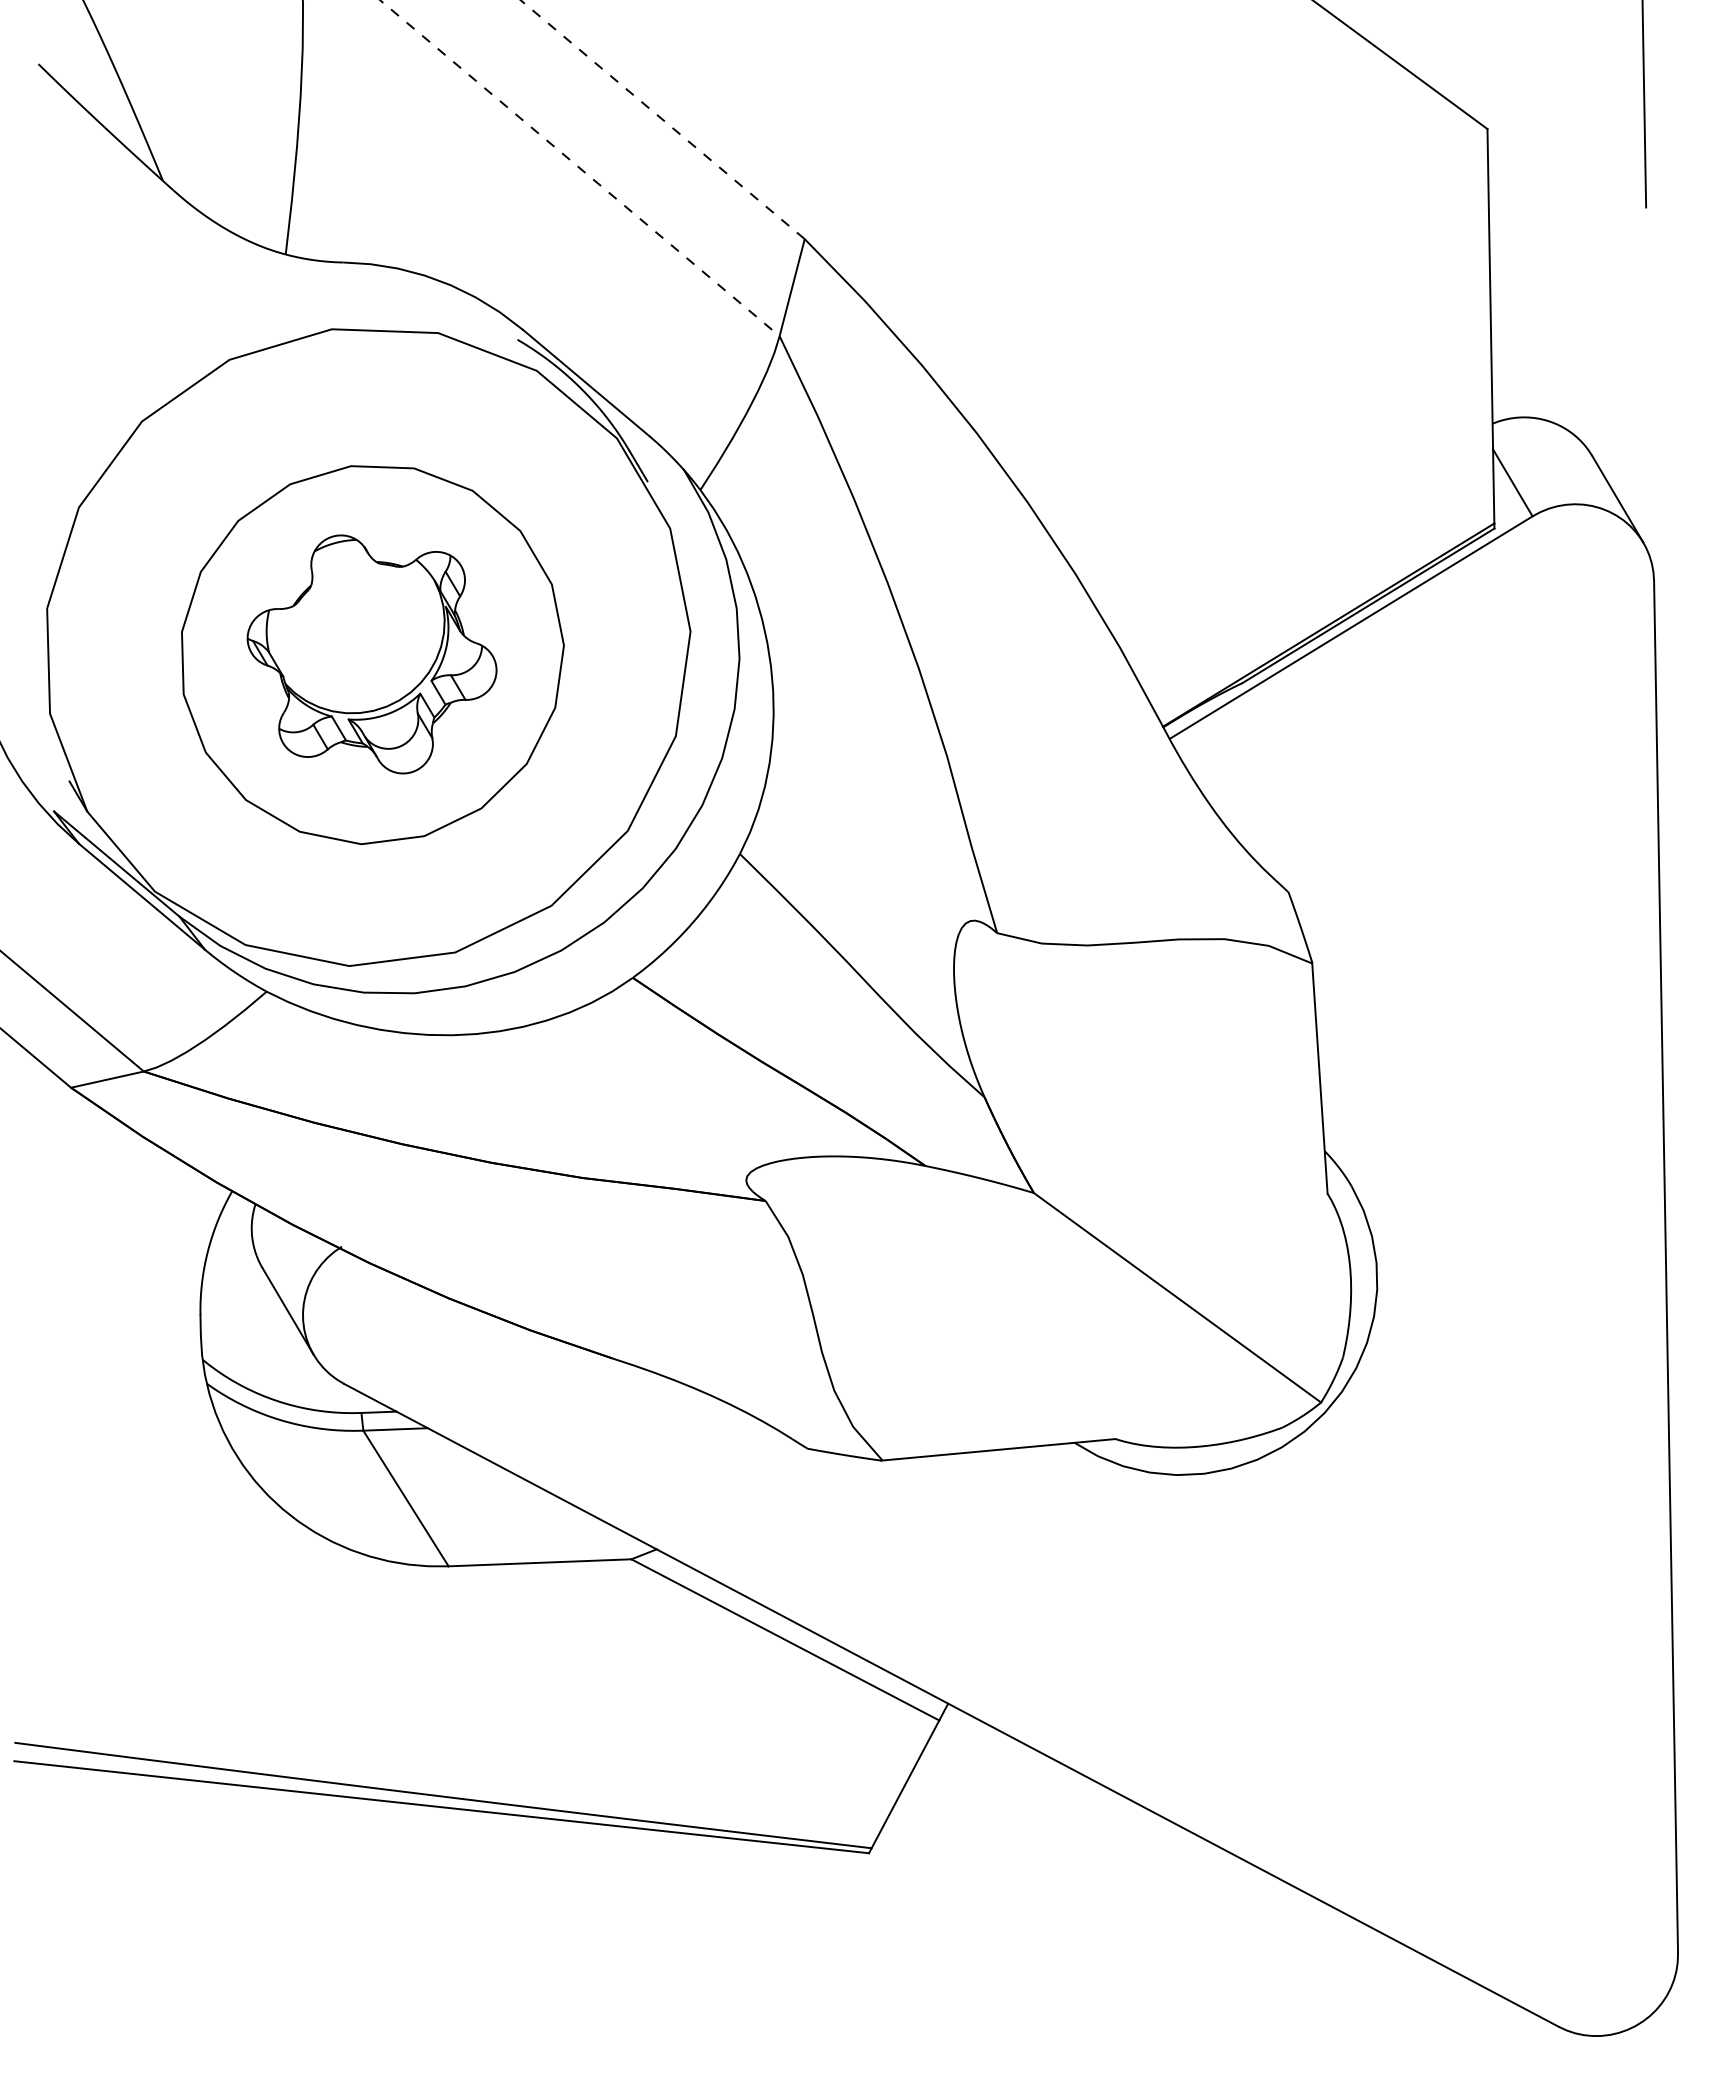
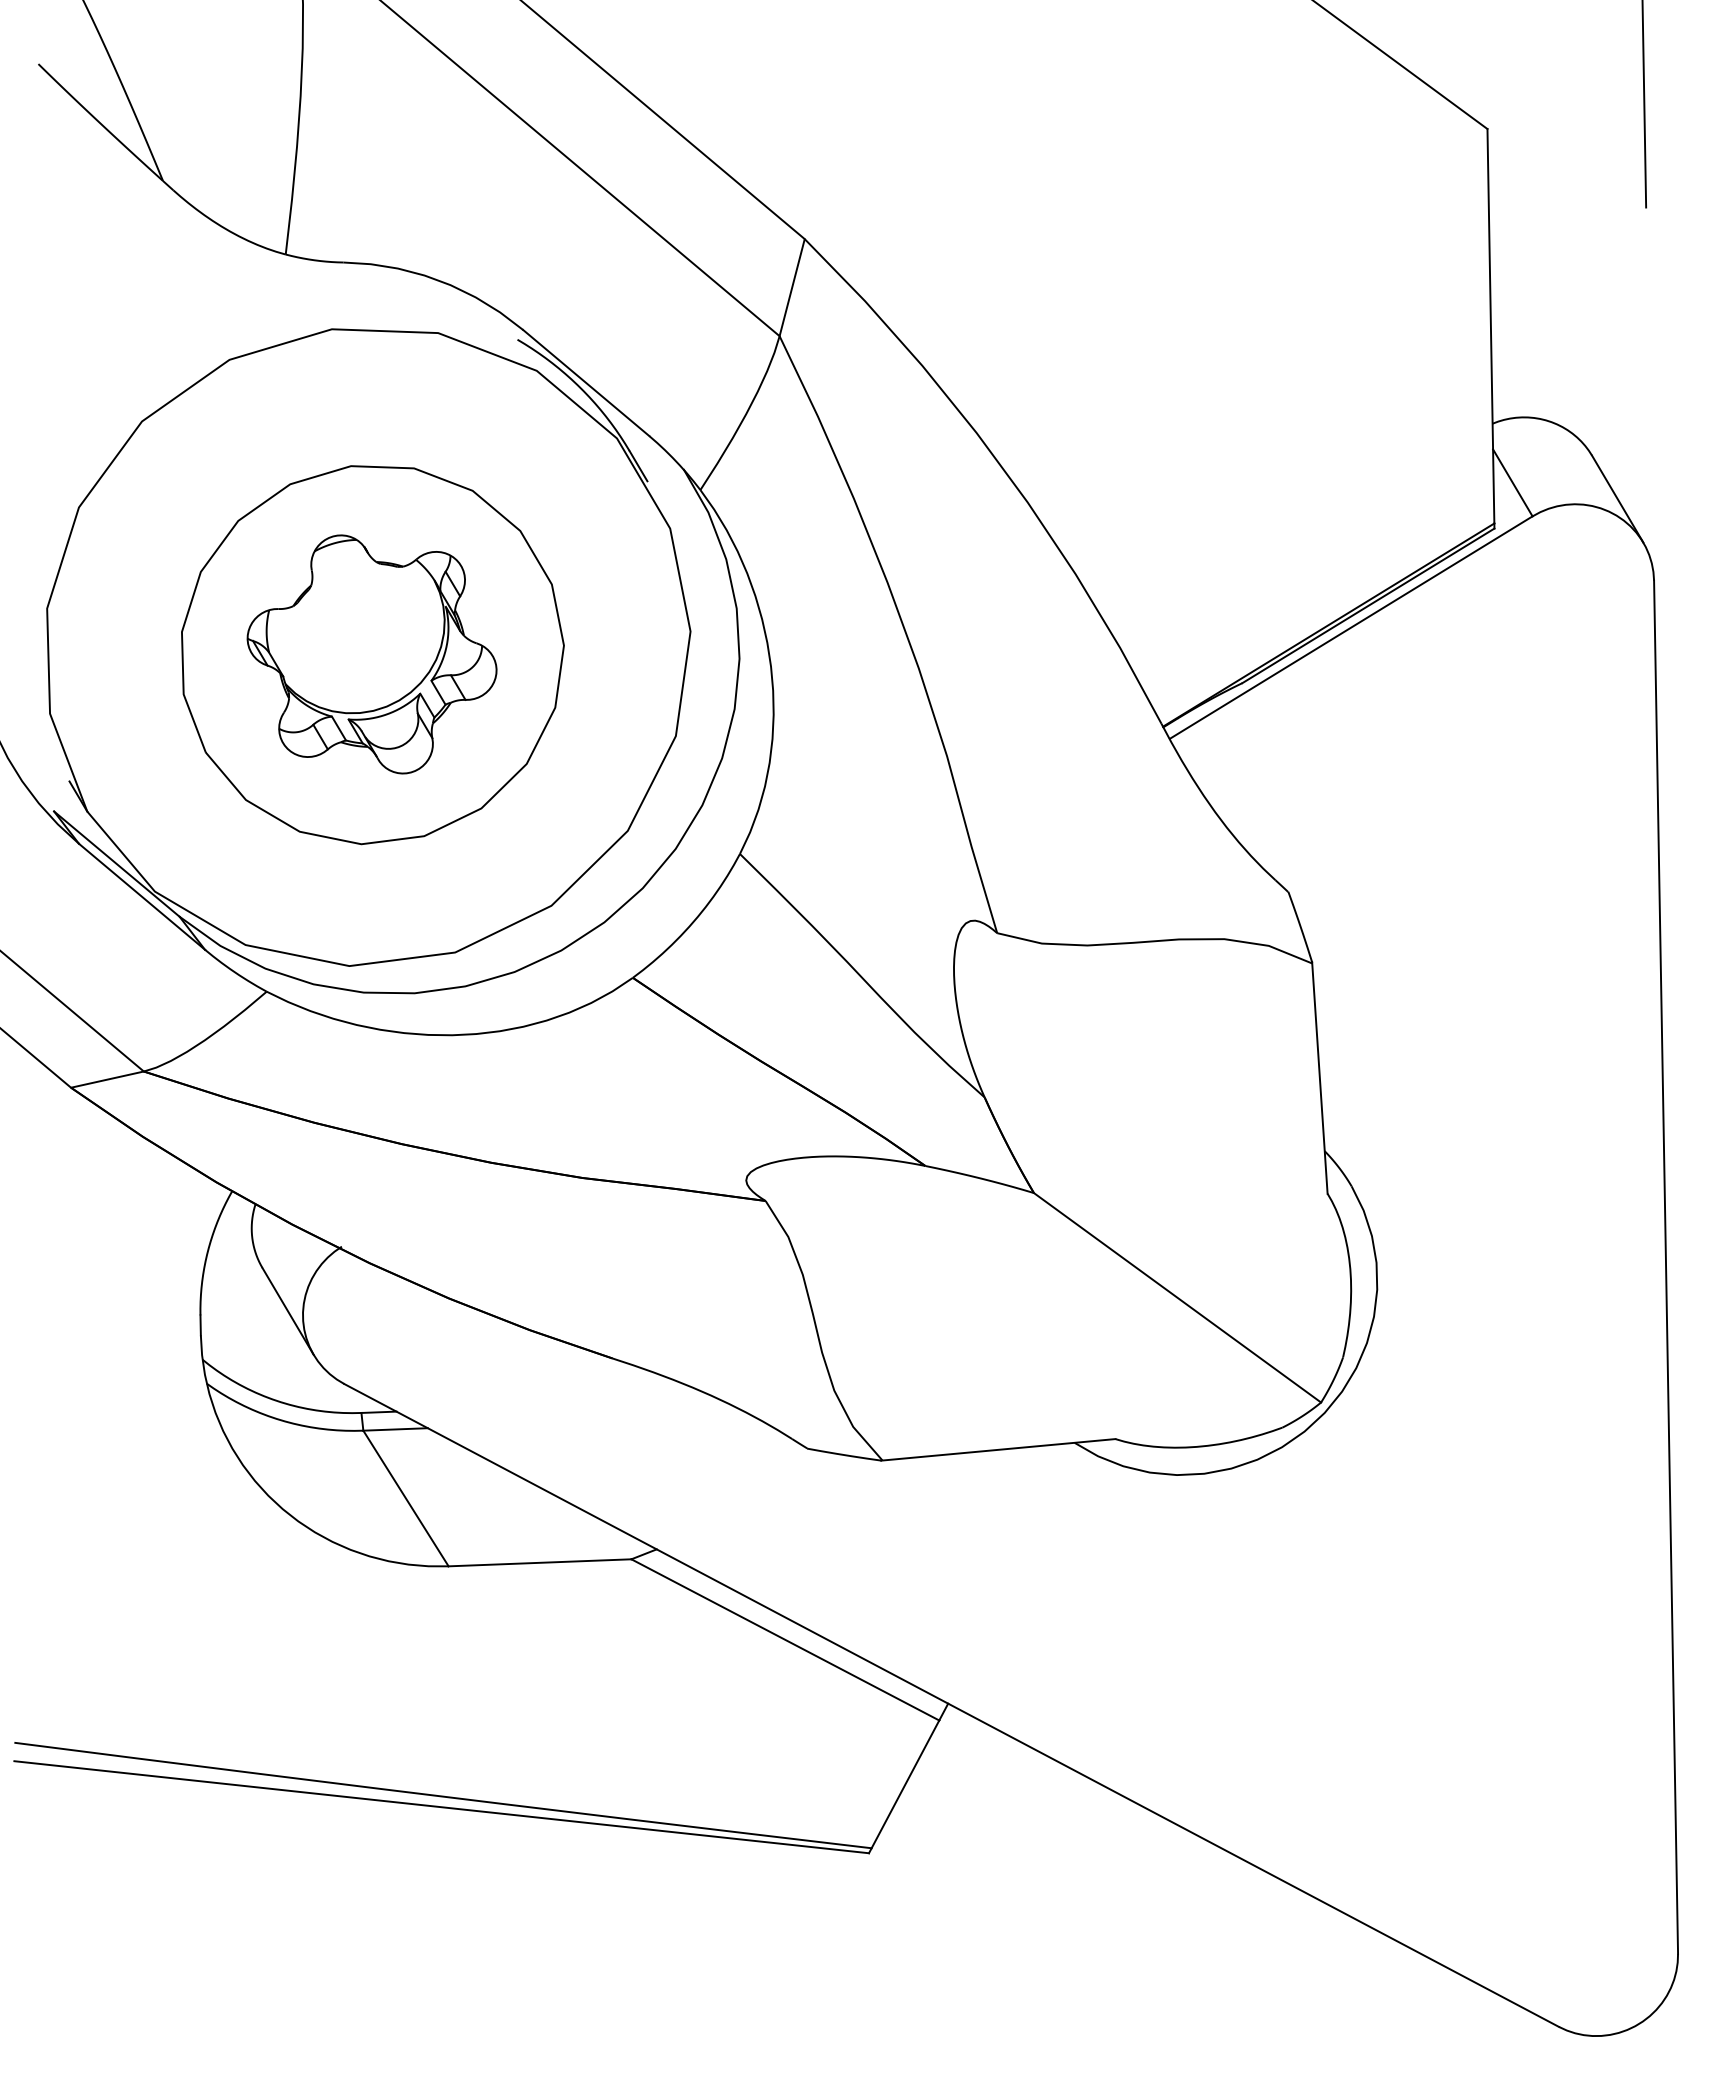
line at (662, 119): dashed -> solid
line at (579, 168): dashed -> solid
